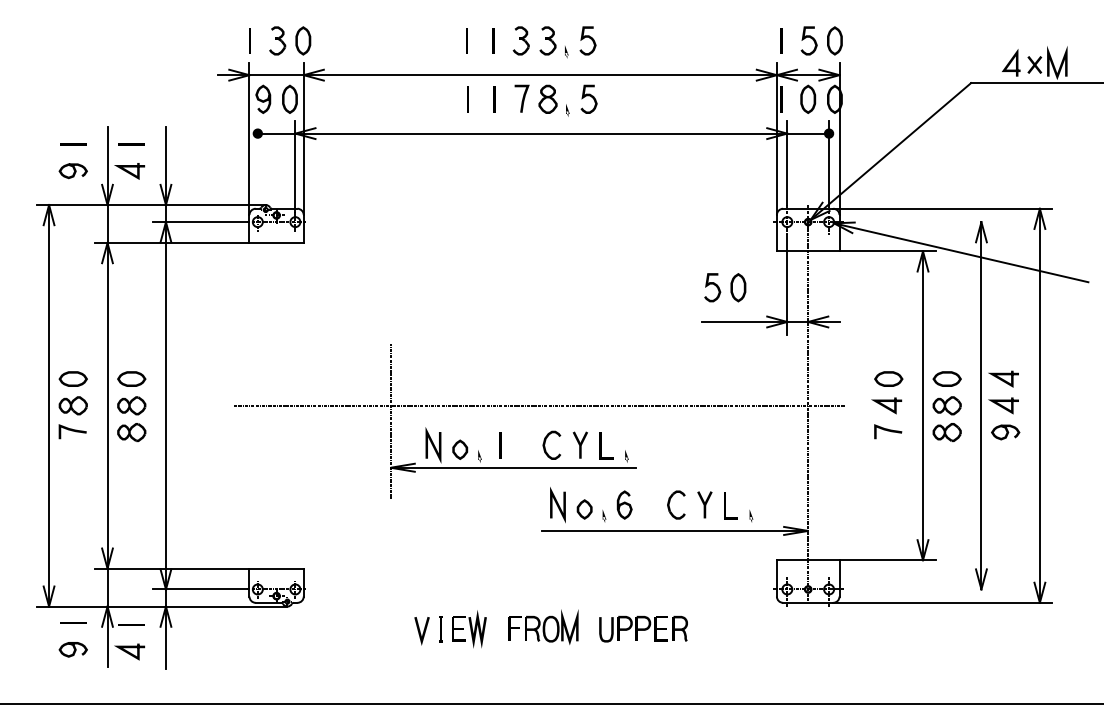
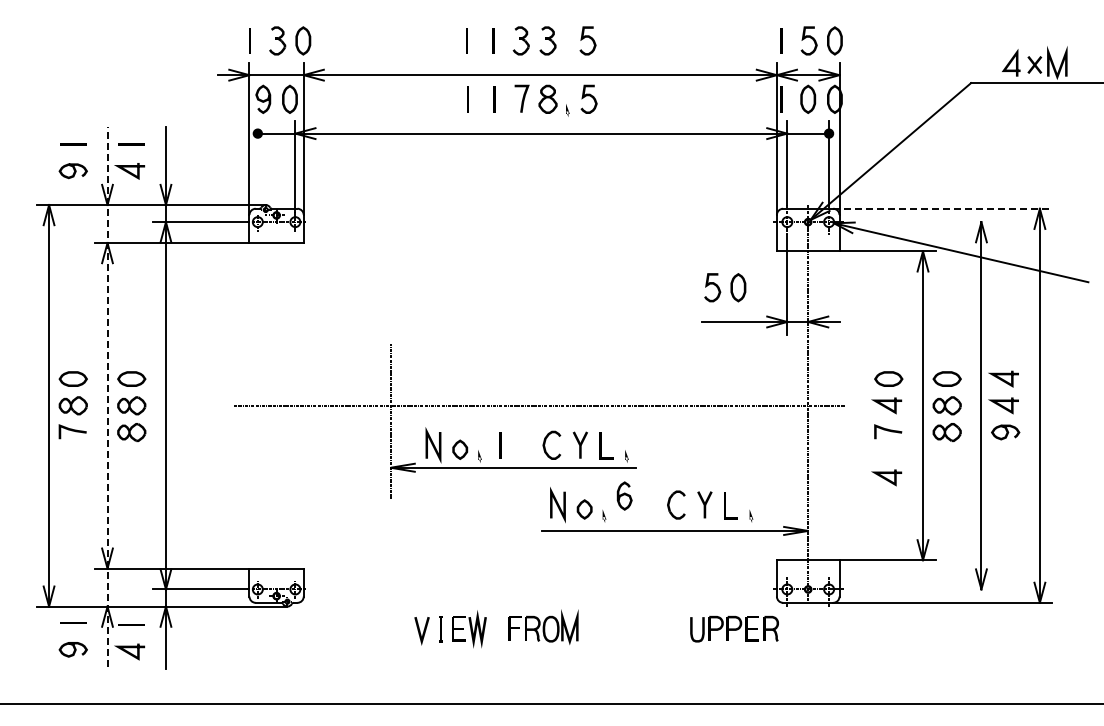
part at (566, 52): present -> none
line at (942, 208): solid -> dashed
line at (107, 396): solid -> dashed
line at (886, 477): none -> present
curve at (624, 504) position: (624, 504) -> (624, 495)
part at (643, 628) position: (643, 628) -> (734, 628)
